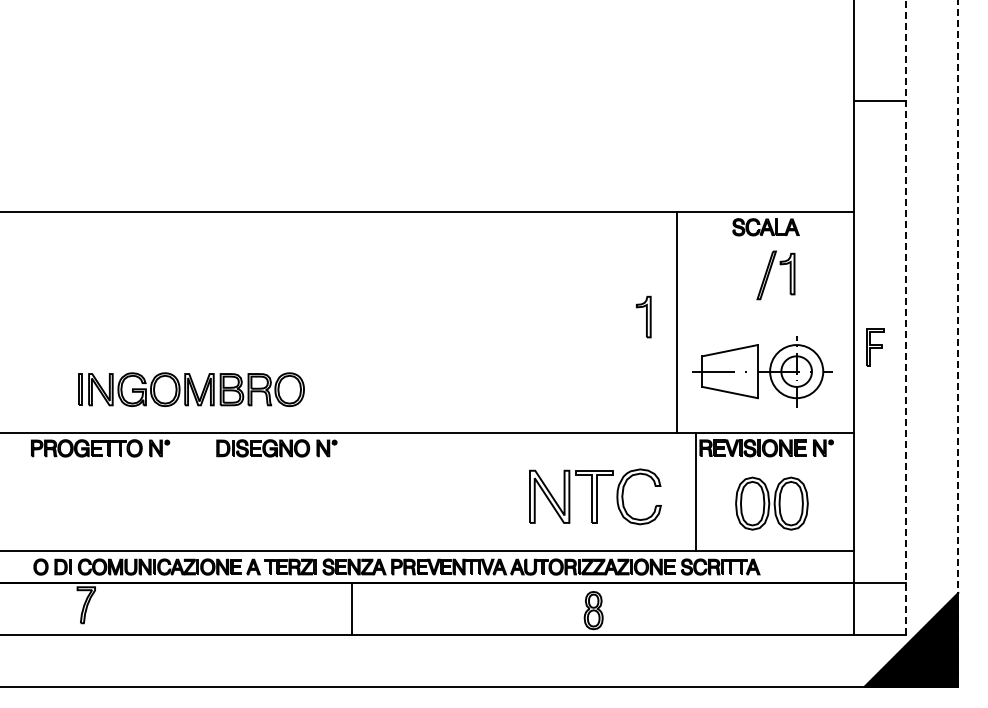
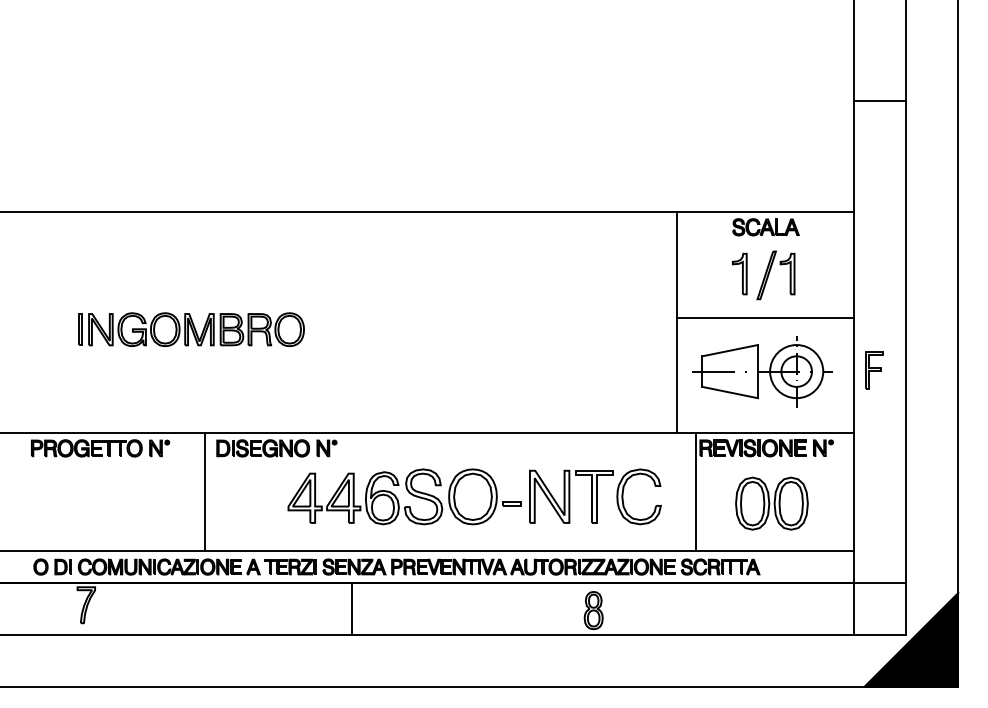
part at (643, 316) position: (643, 316) -> (739, 273)
line at (765, 317): none -> present
line at (906, 317): dashed -> solid
line at (958, 343): dashed -> solid
part at (875, 347) position: (875, 347) -> (874, 370)
part at (191, 389) position: (191, 389) -> (191, 329)
line at (205, 492): none -> present
part at (404, 496): none -> present
